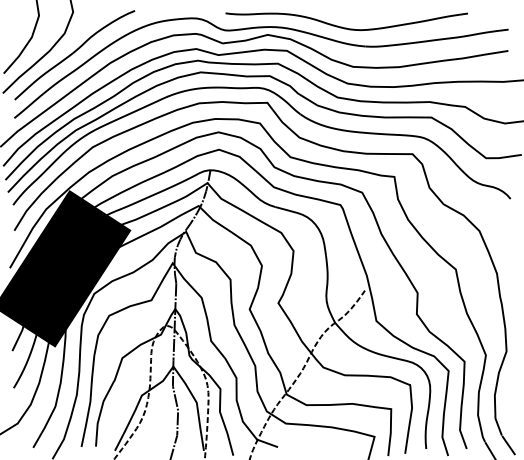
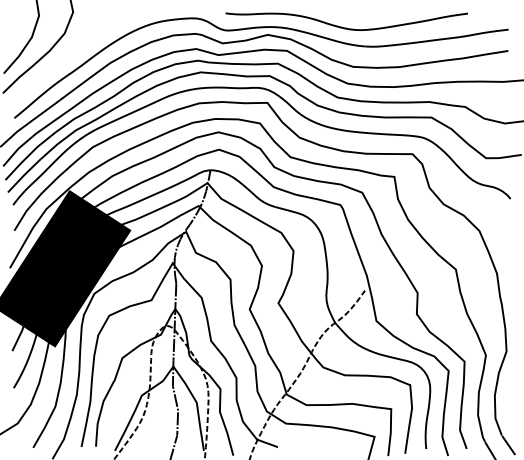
curve at (73, 54): present -> none
